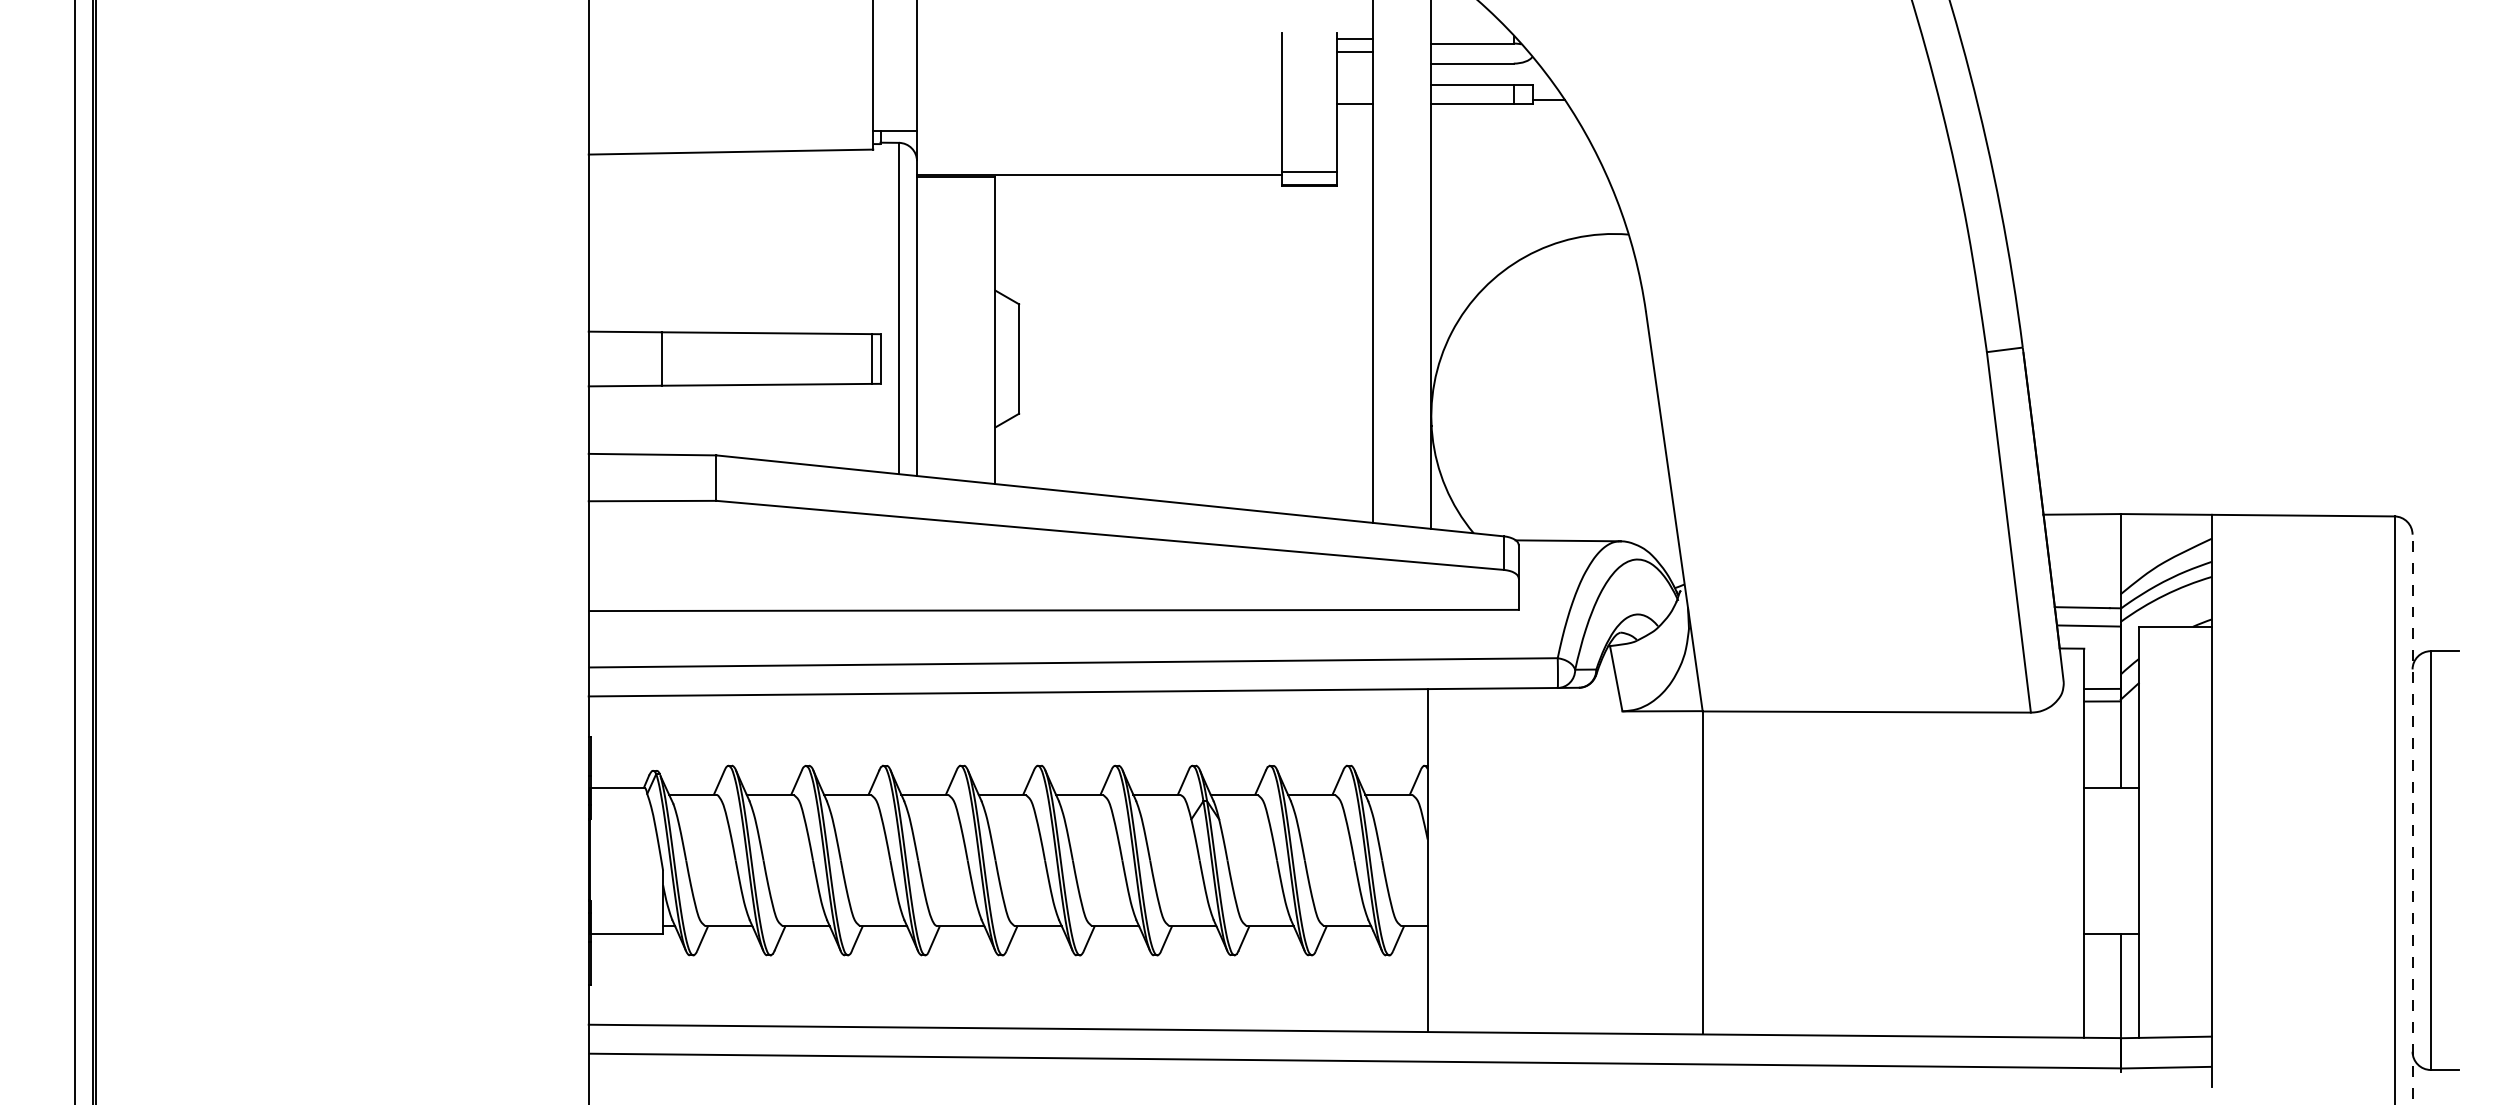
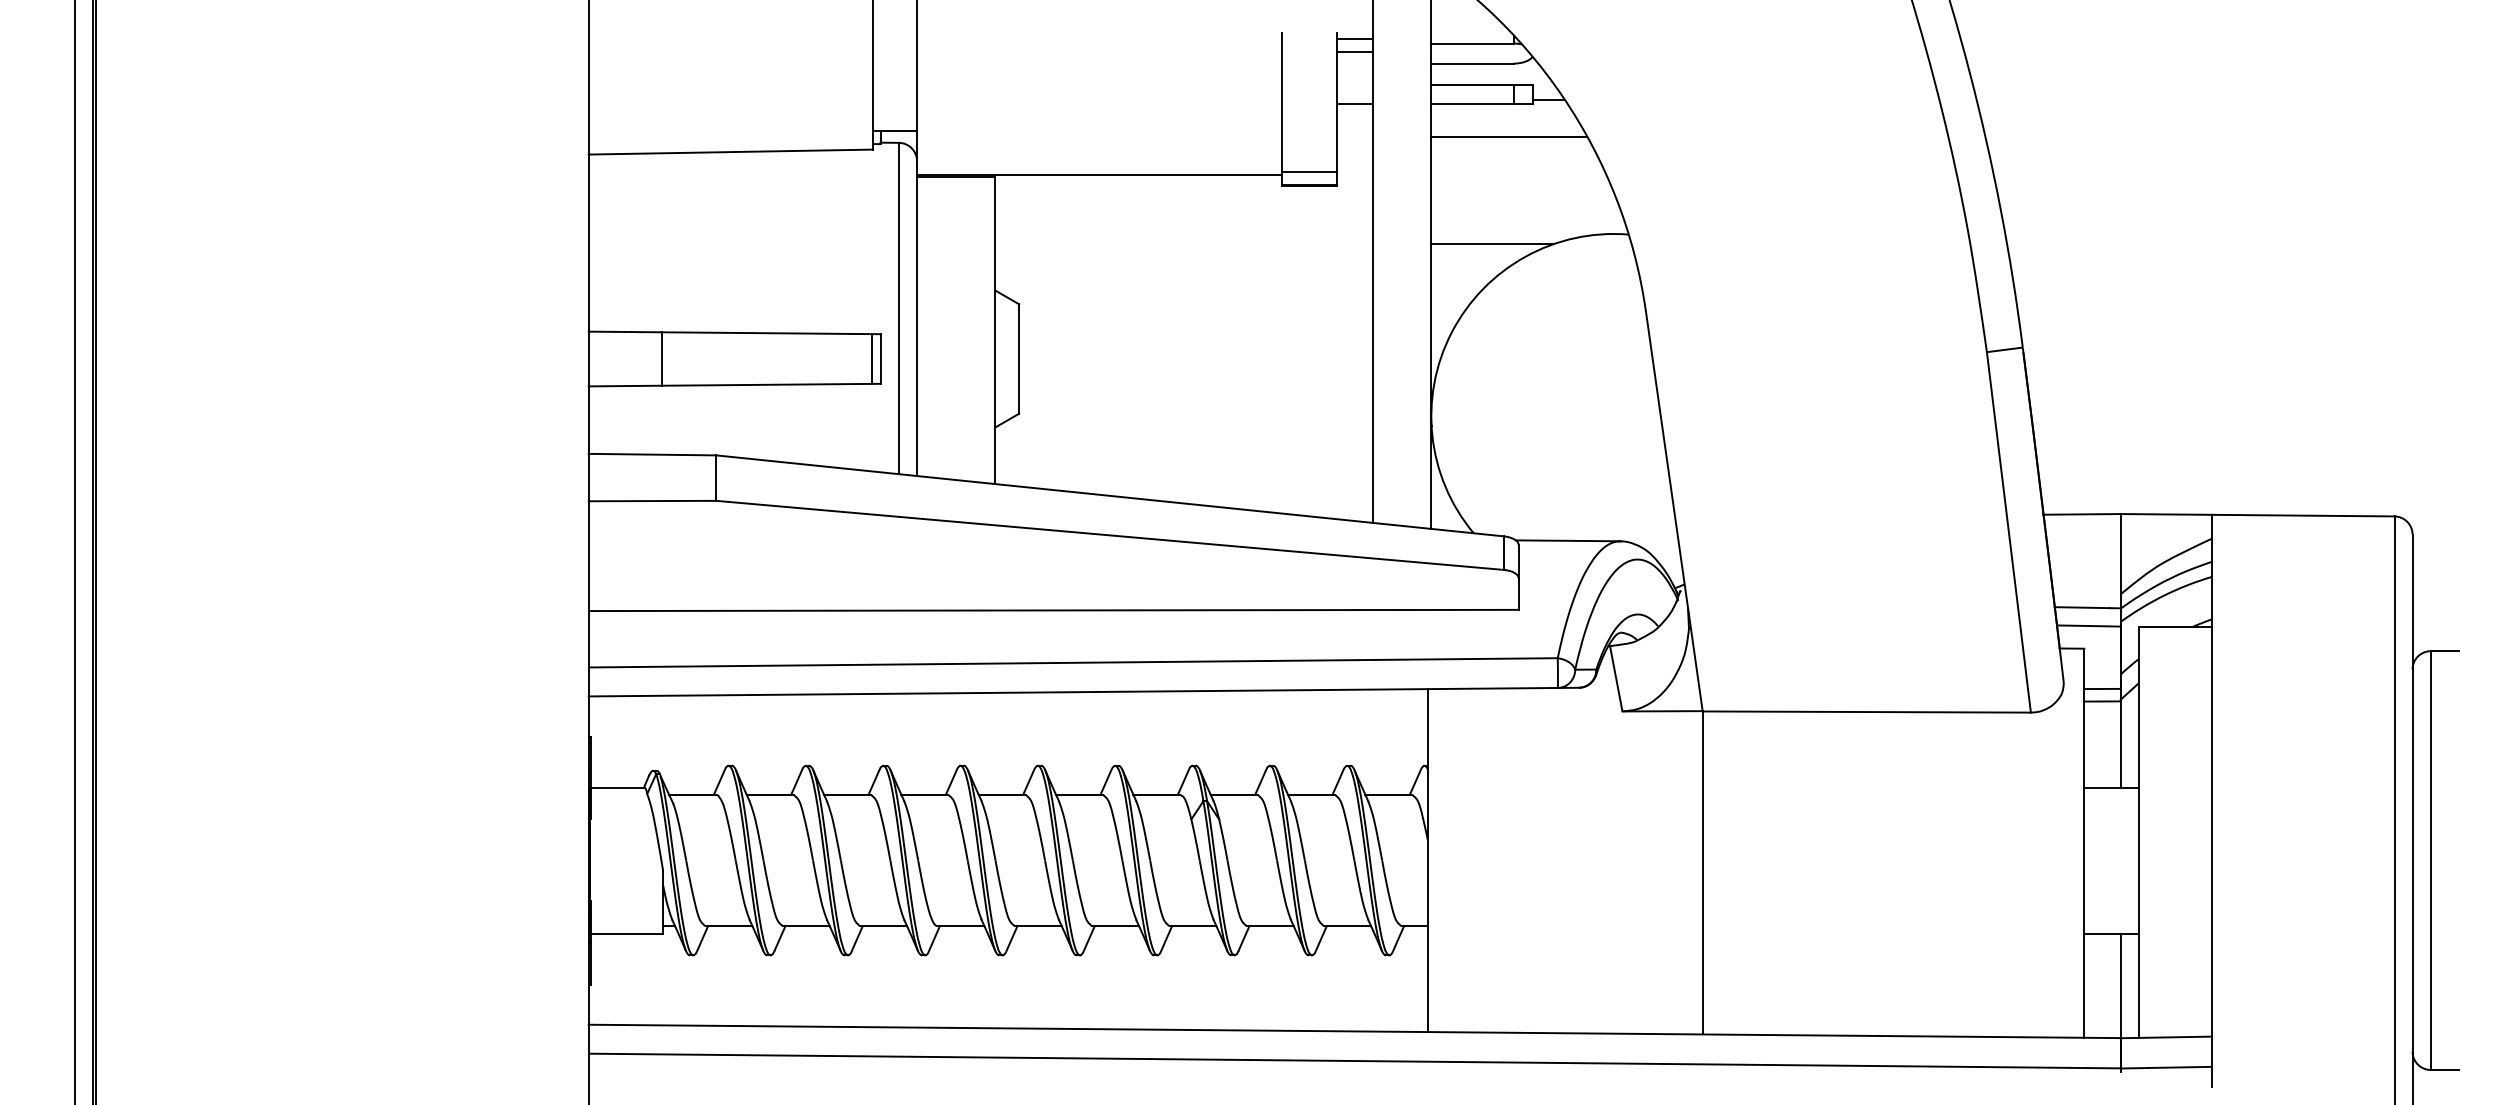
line at (1509, 136): none -> present
line at (1492, 244): none -> present
line at (2412, 819): dashed -> solid
